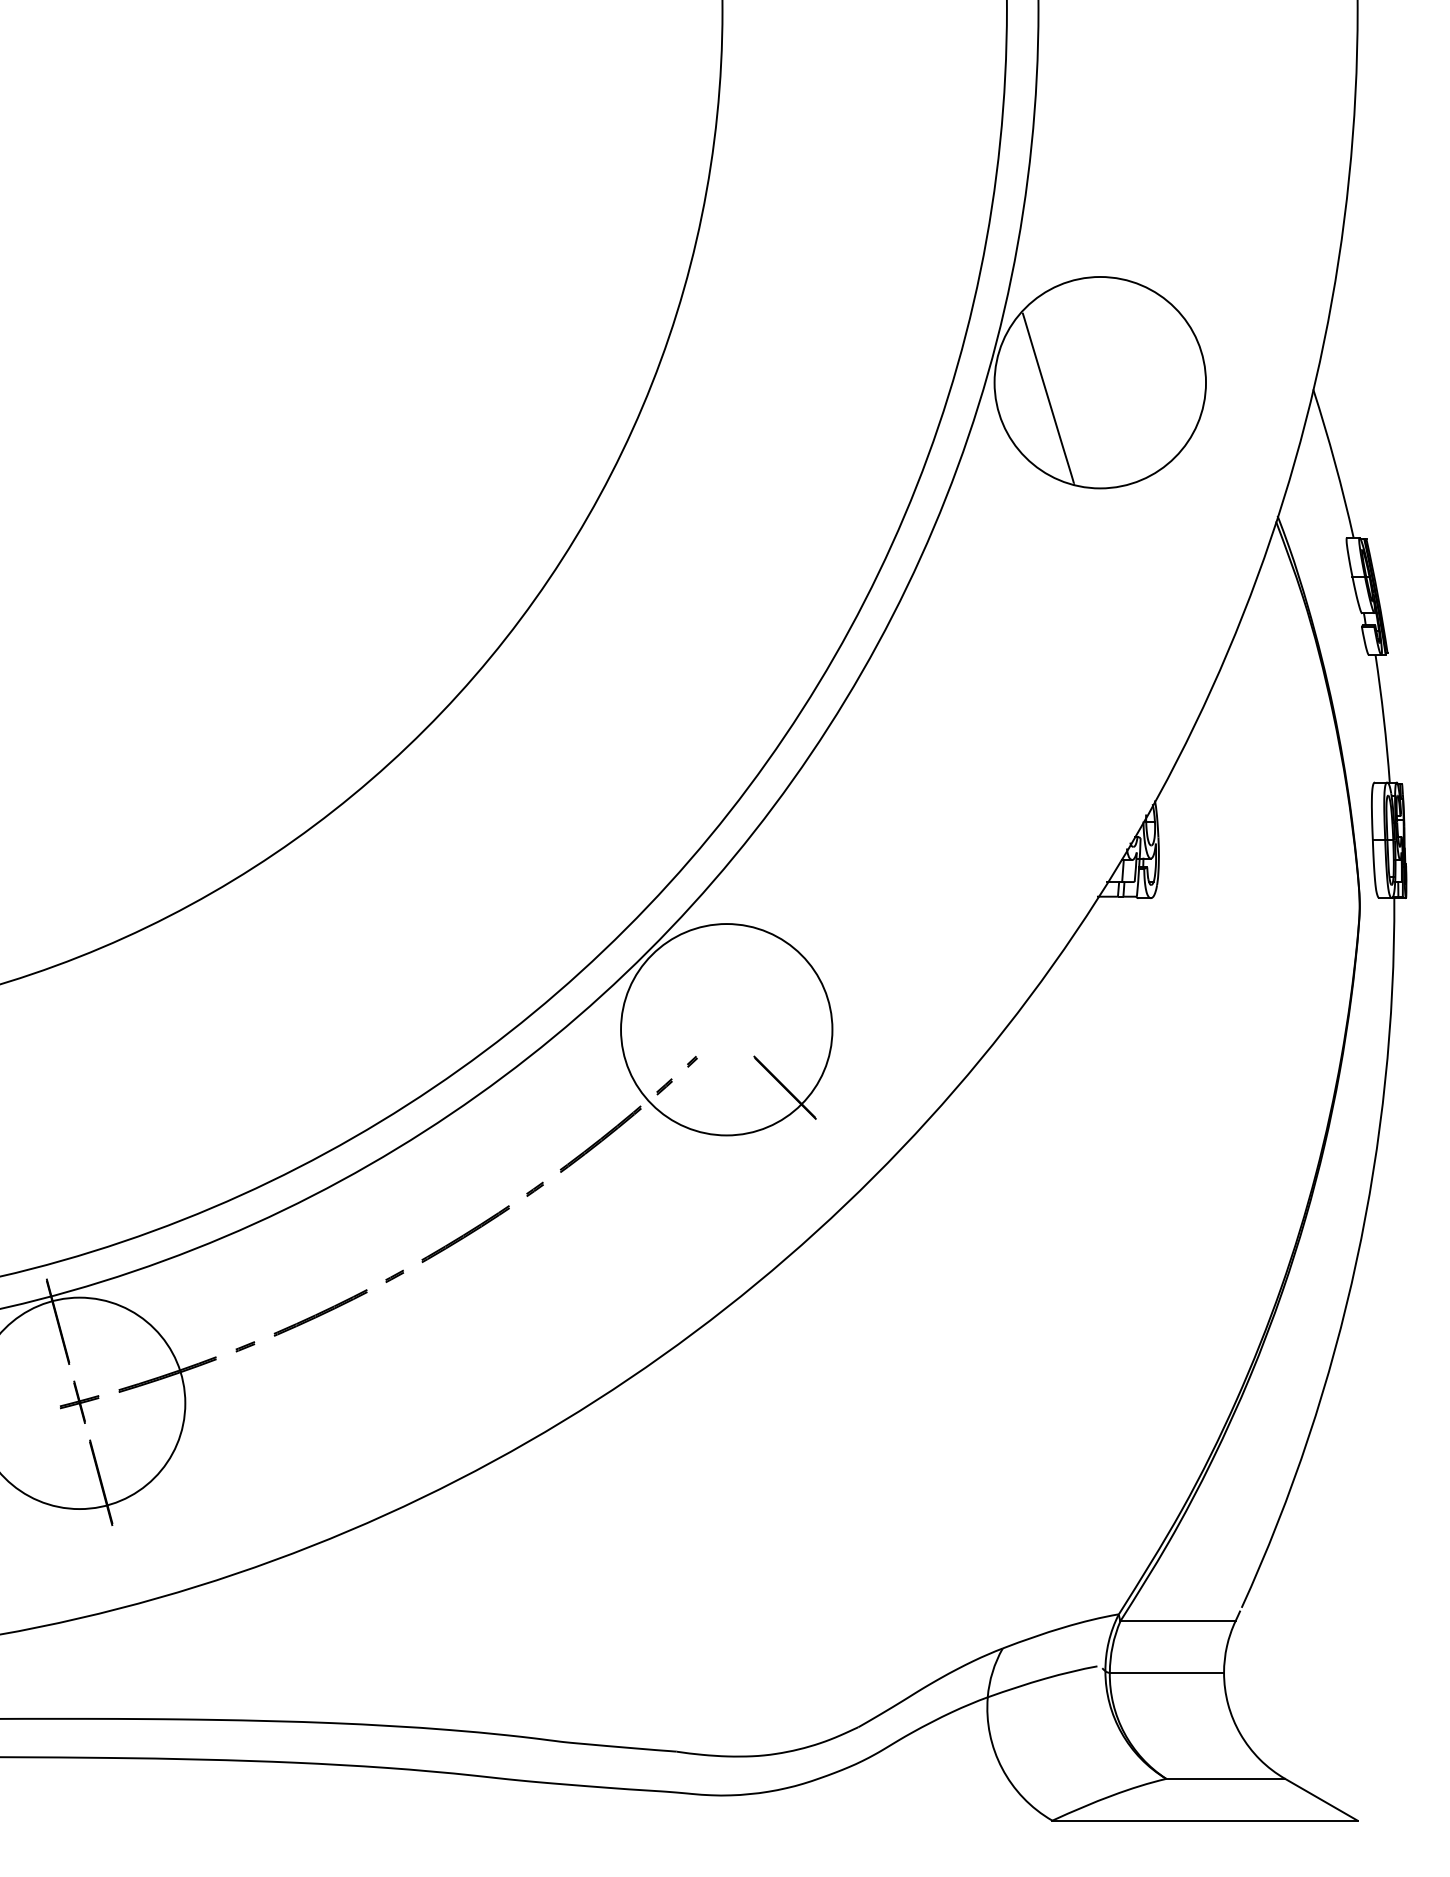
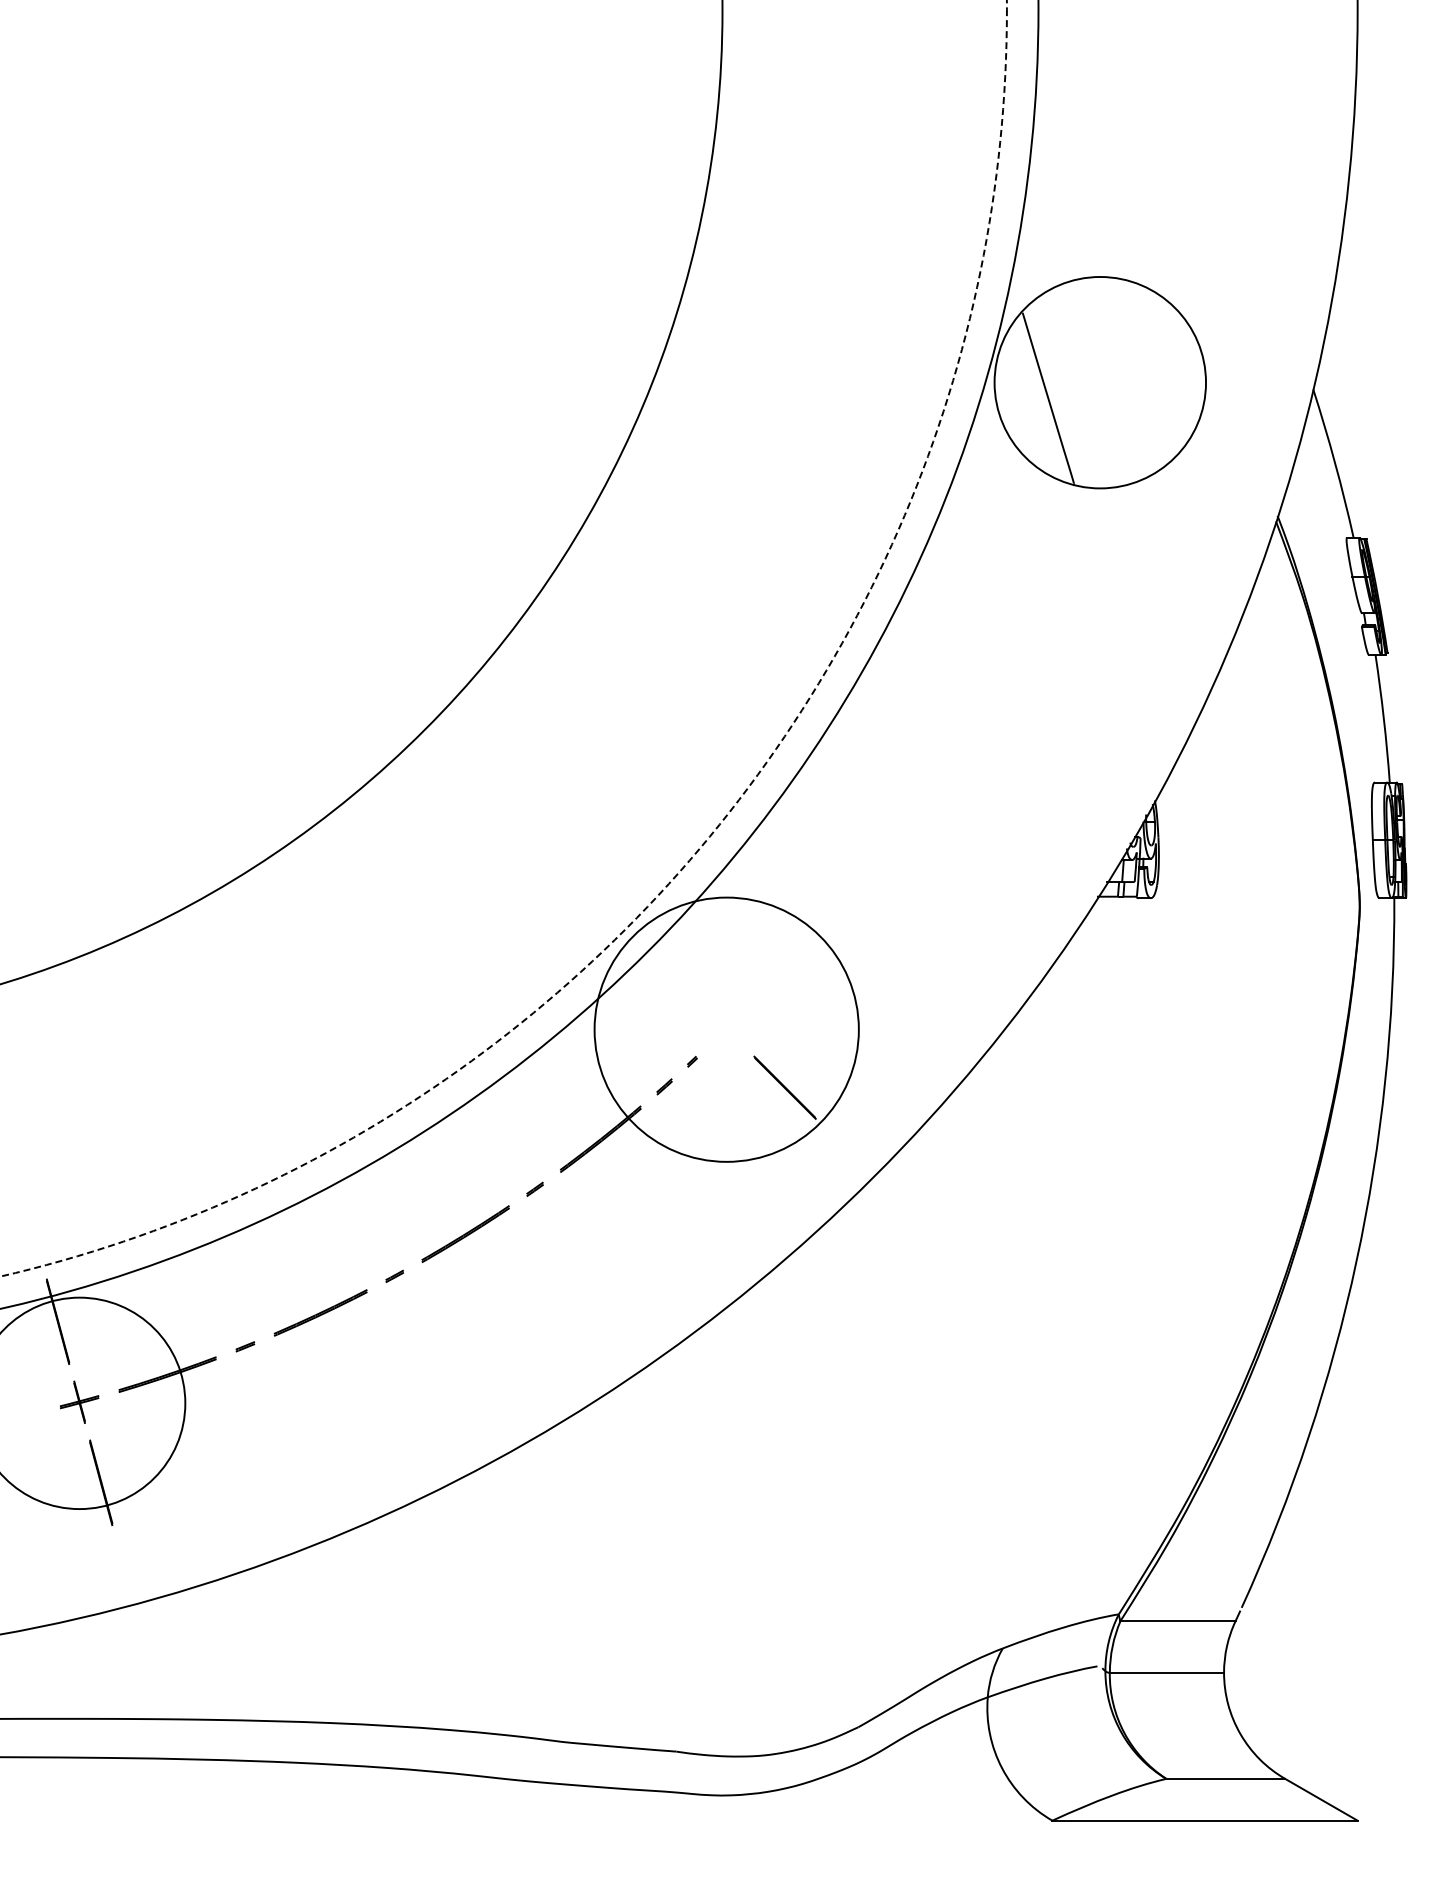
circle at (503, 638): solid -> dashed
circle at (726, 1029) diameter: 211 px -> 264 px
